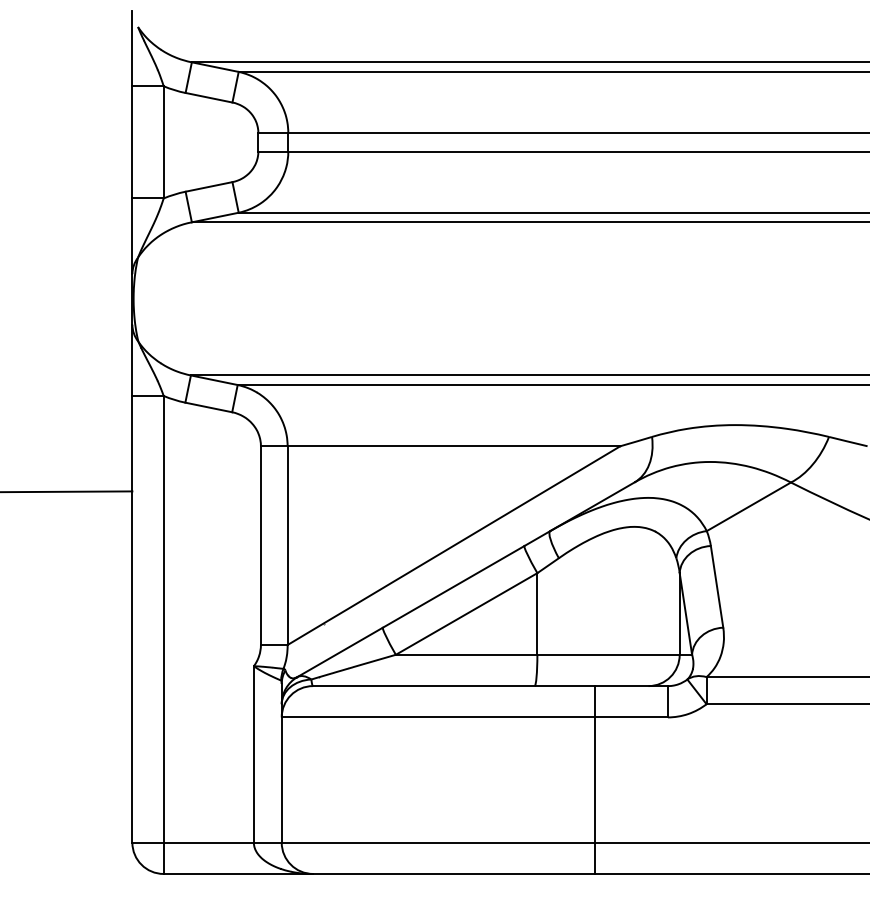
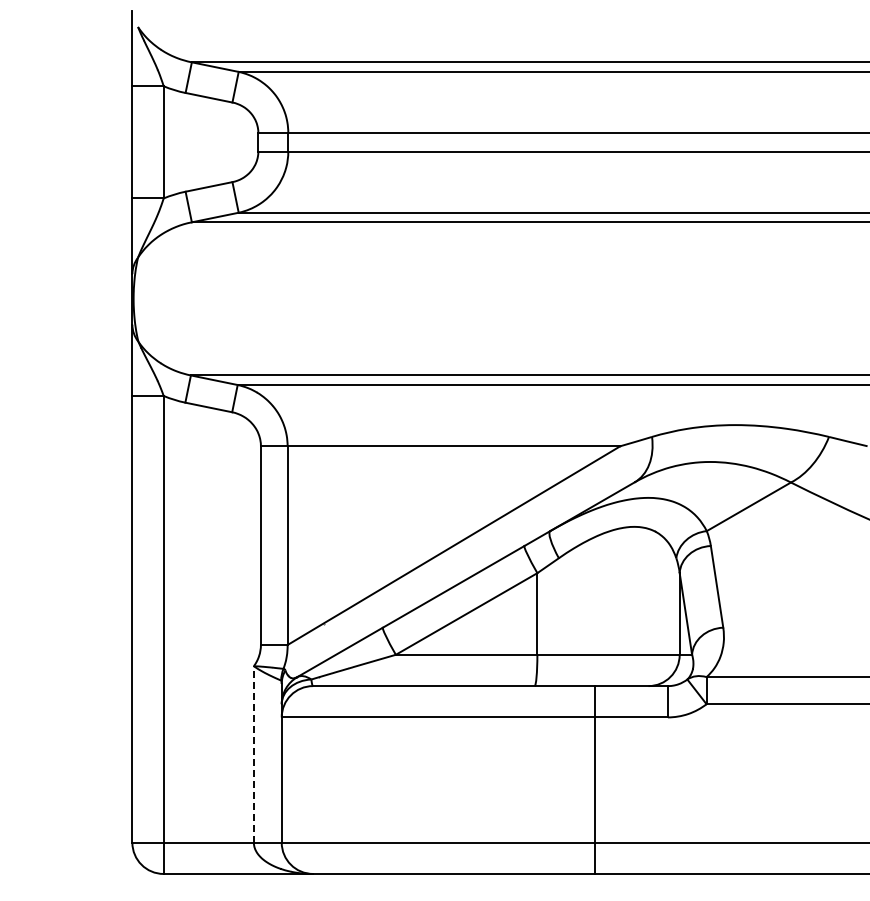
line at (67, 491): present -> none
line at (253, 753): solid -> dashed
